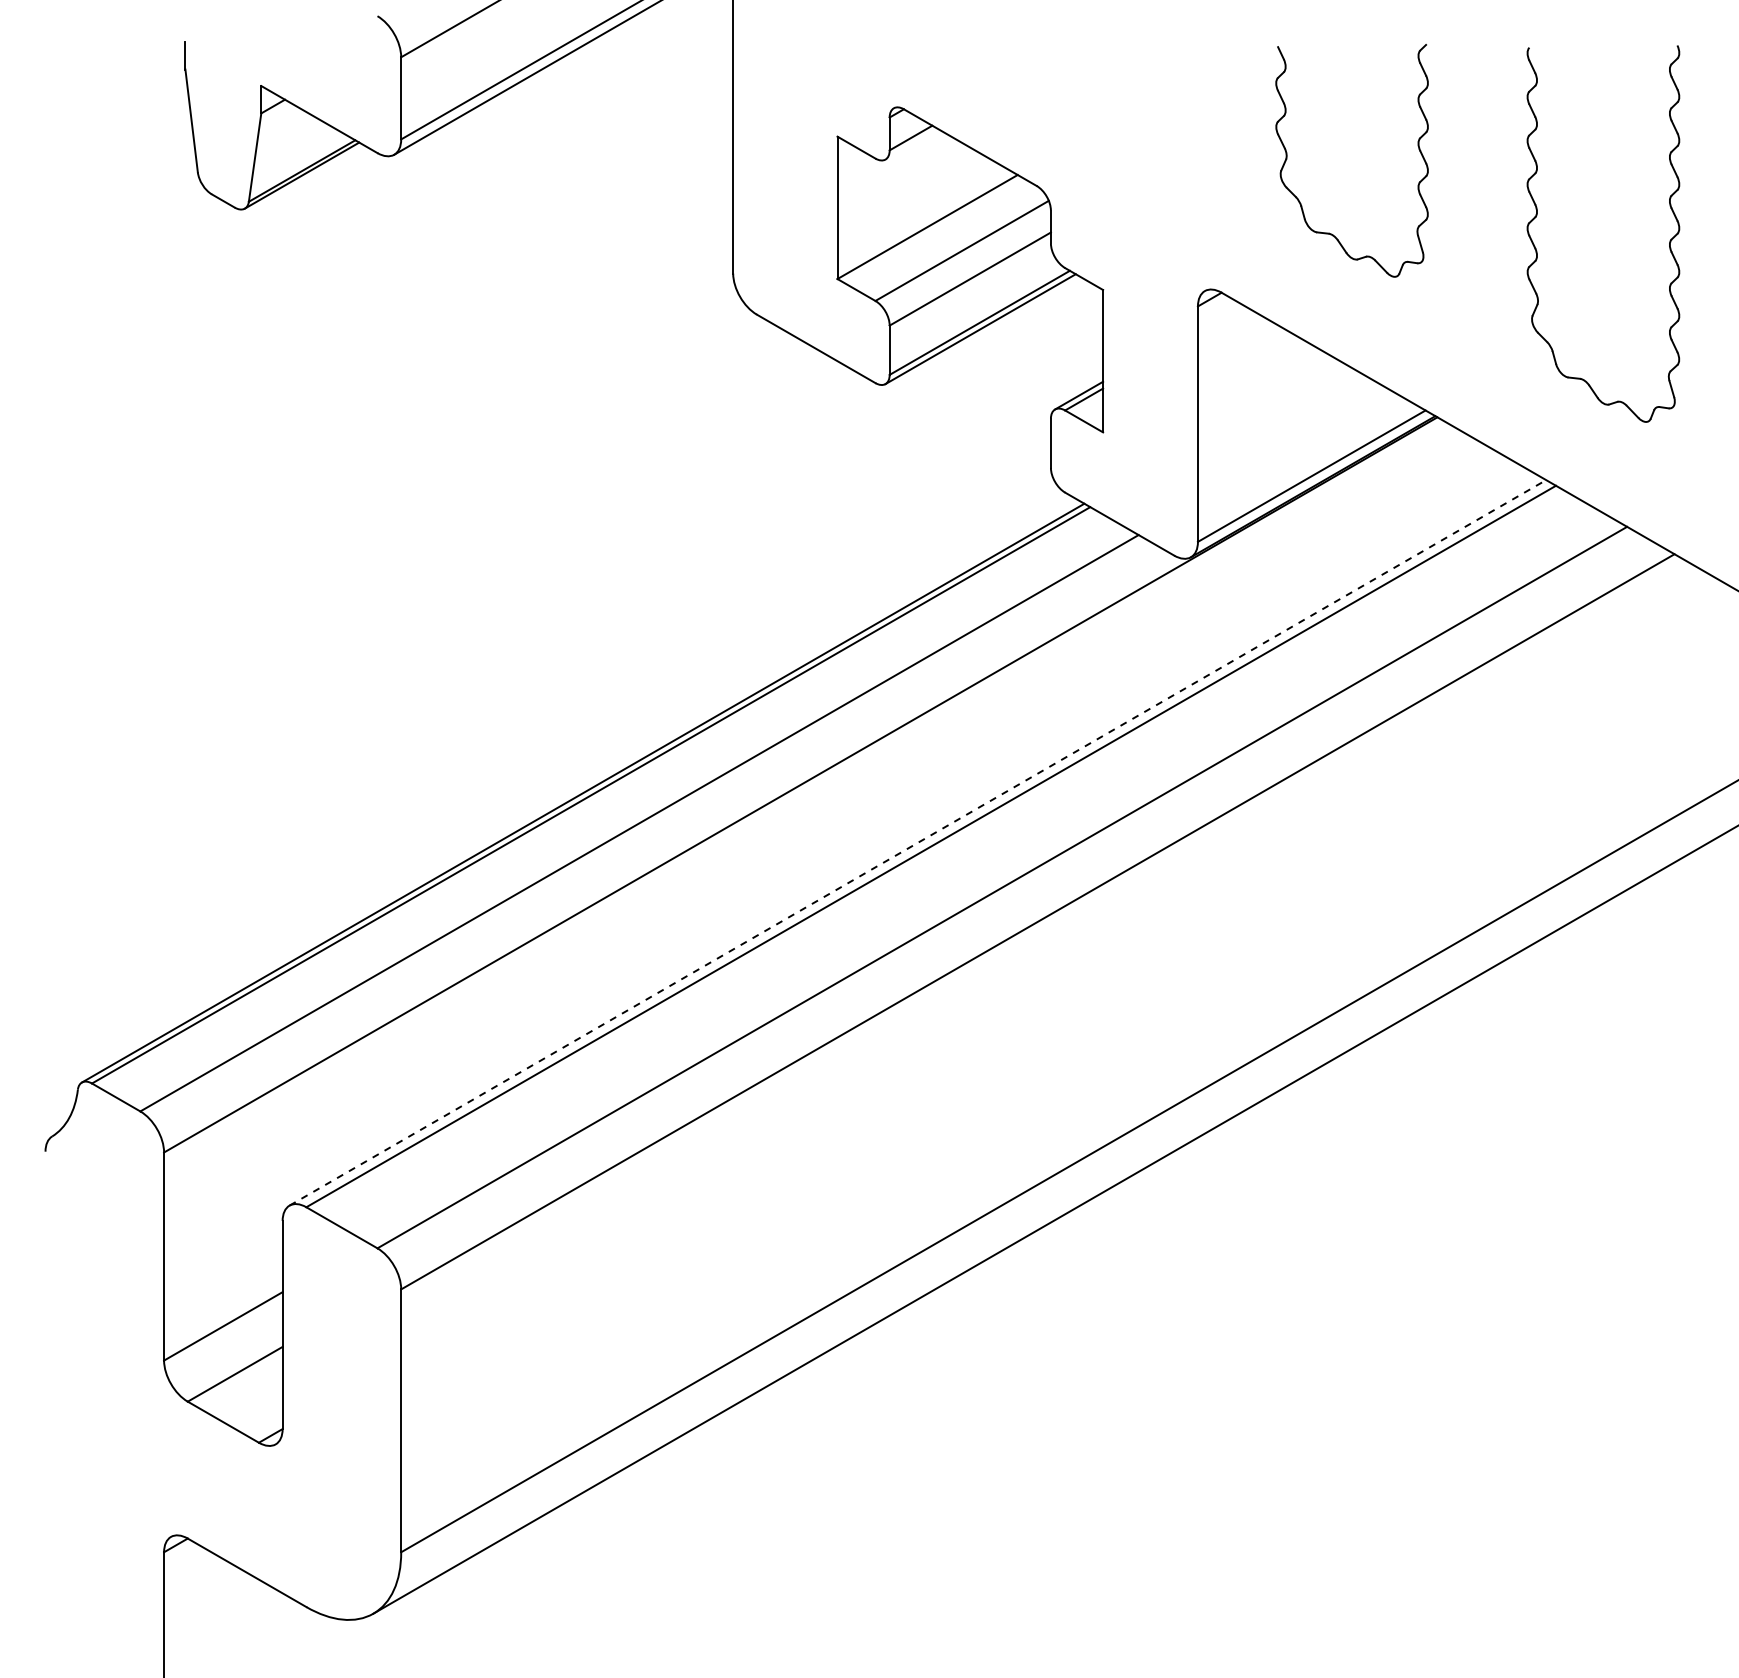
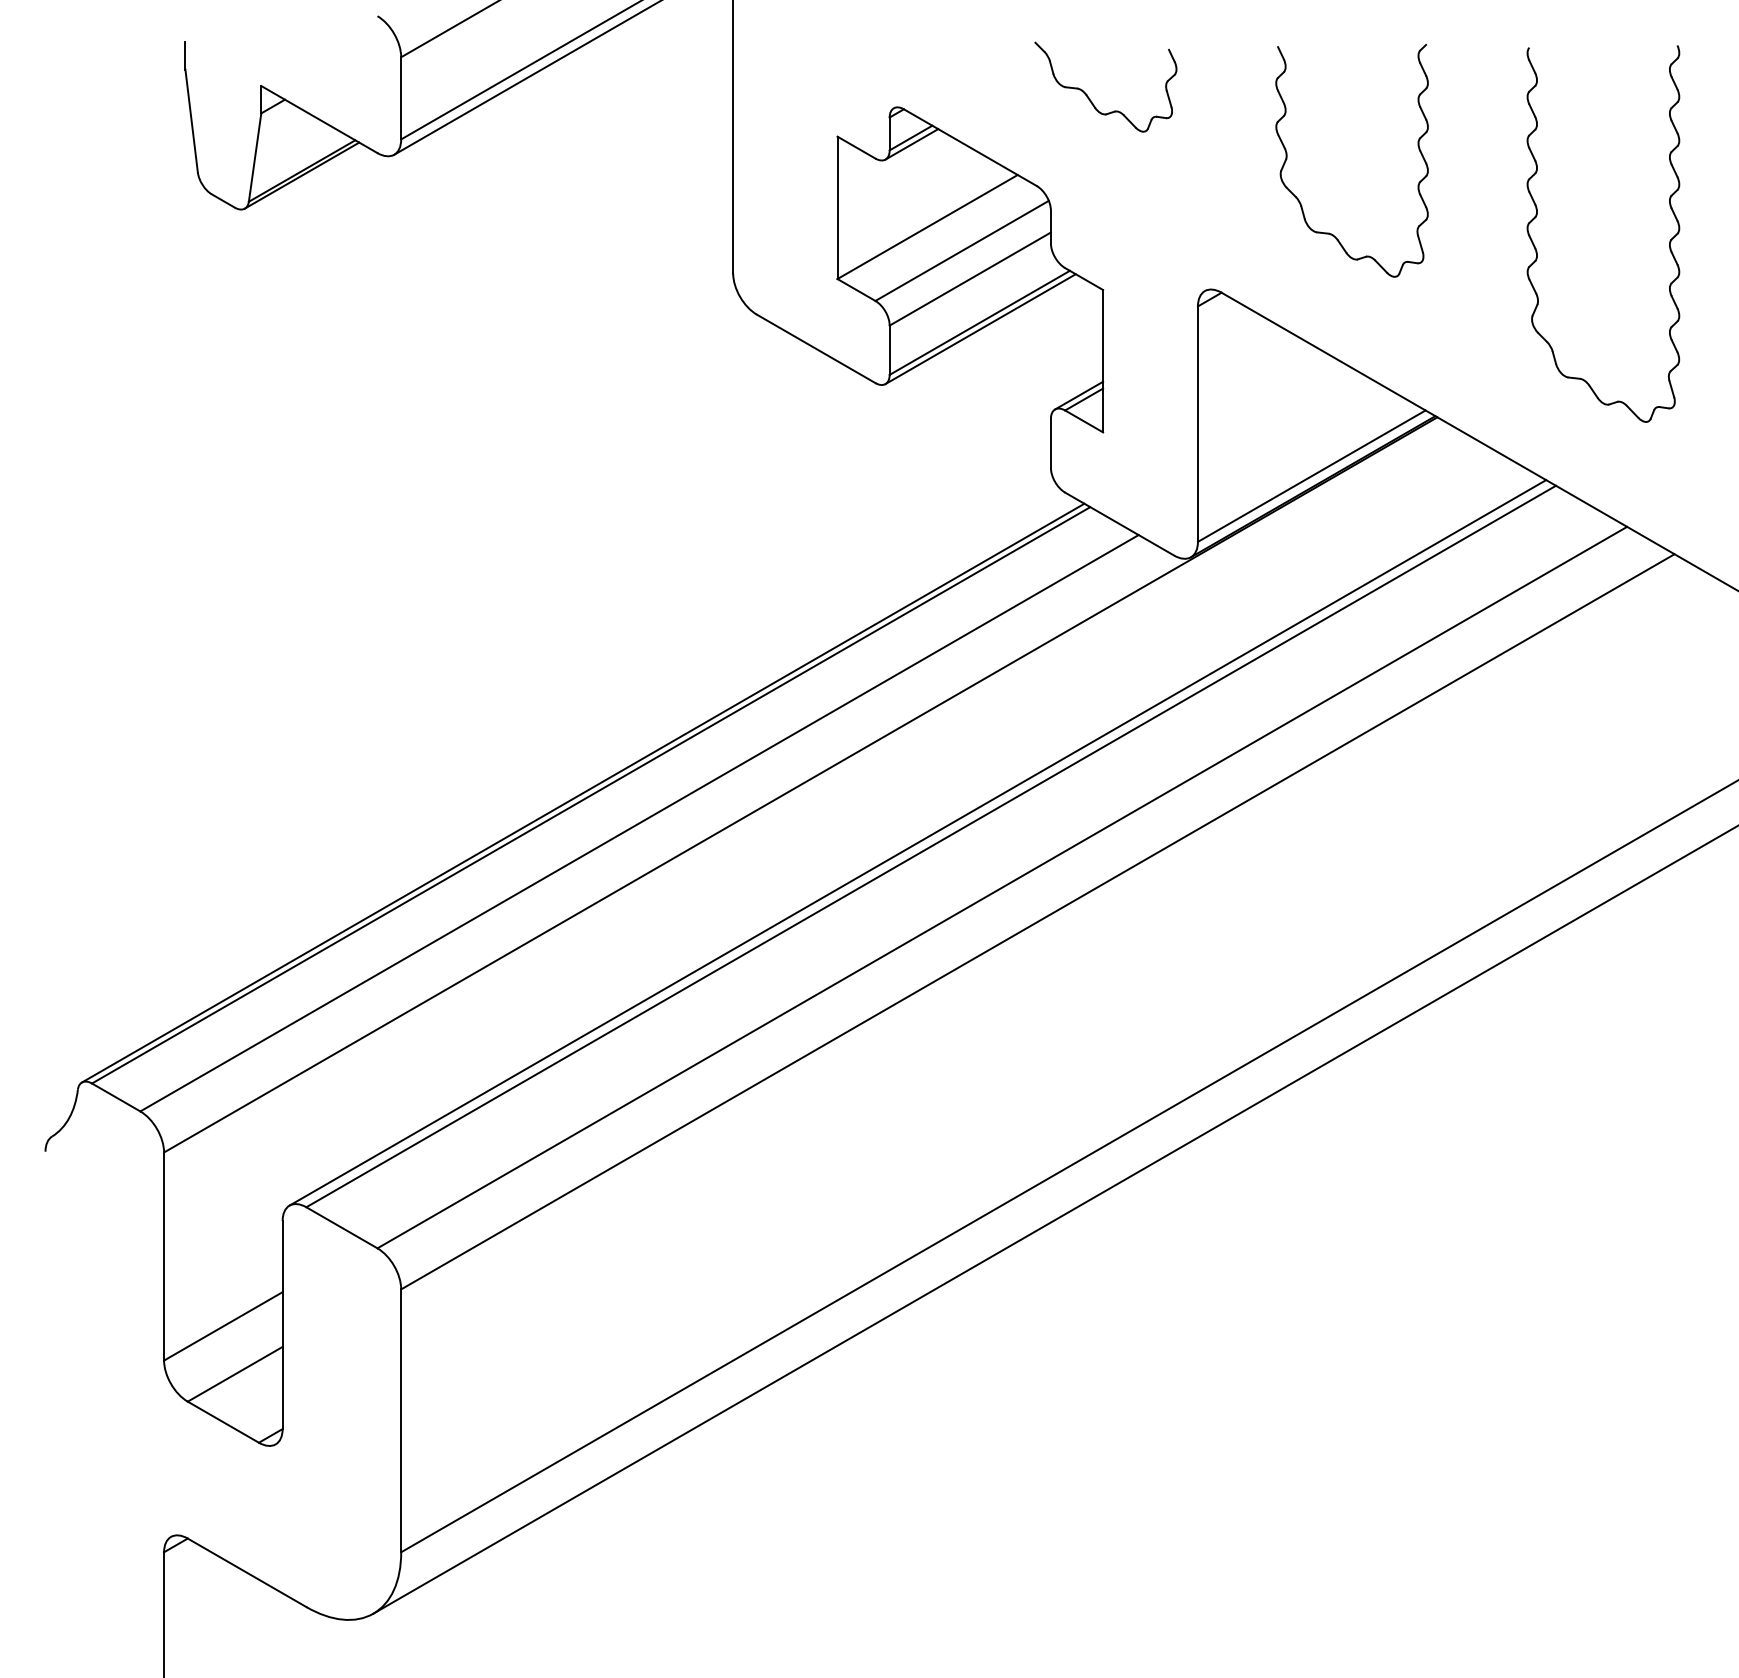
part at (1089, 97): none -> present
line at (911, 144): none -> present
line at (918, 842): dashed -> solid
